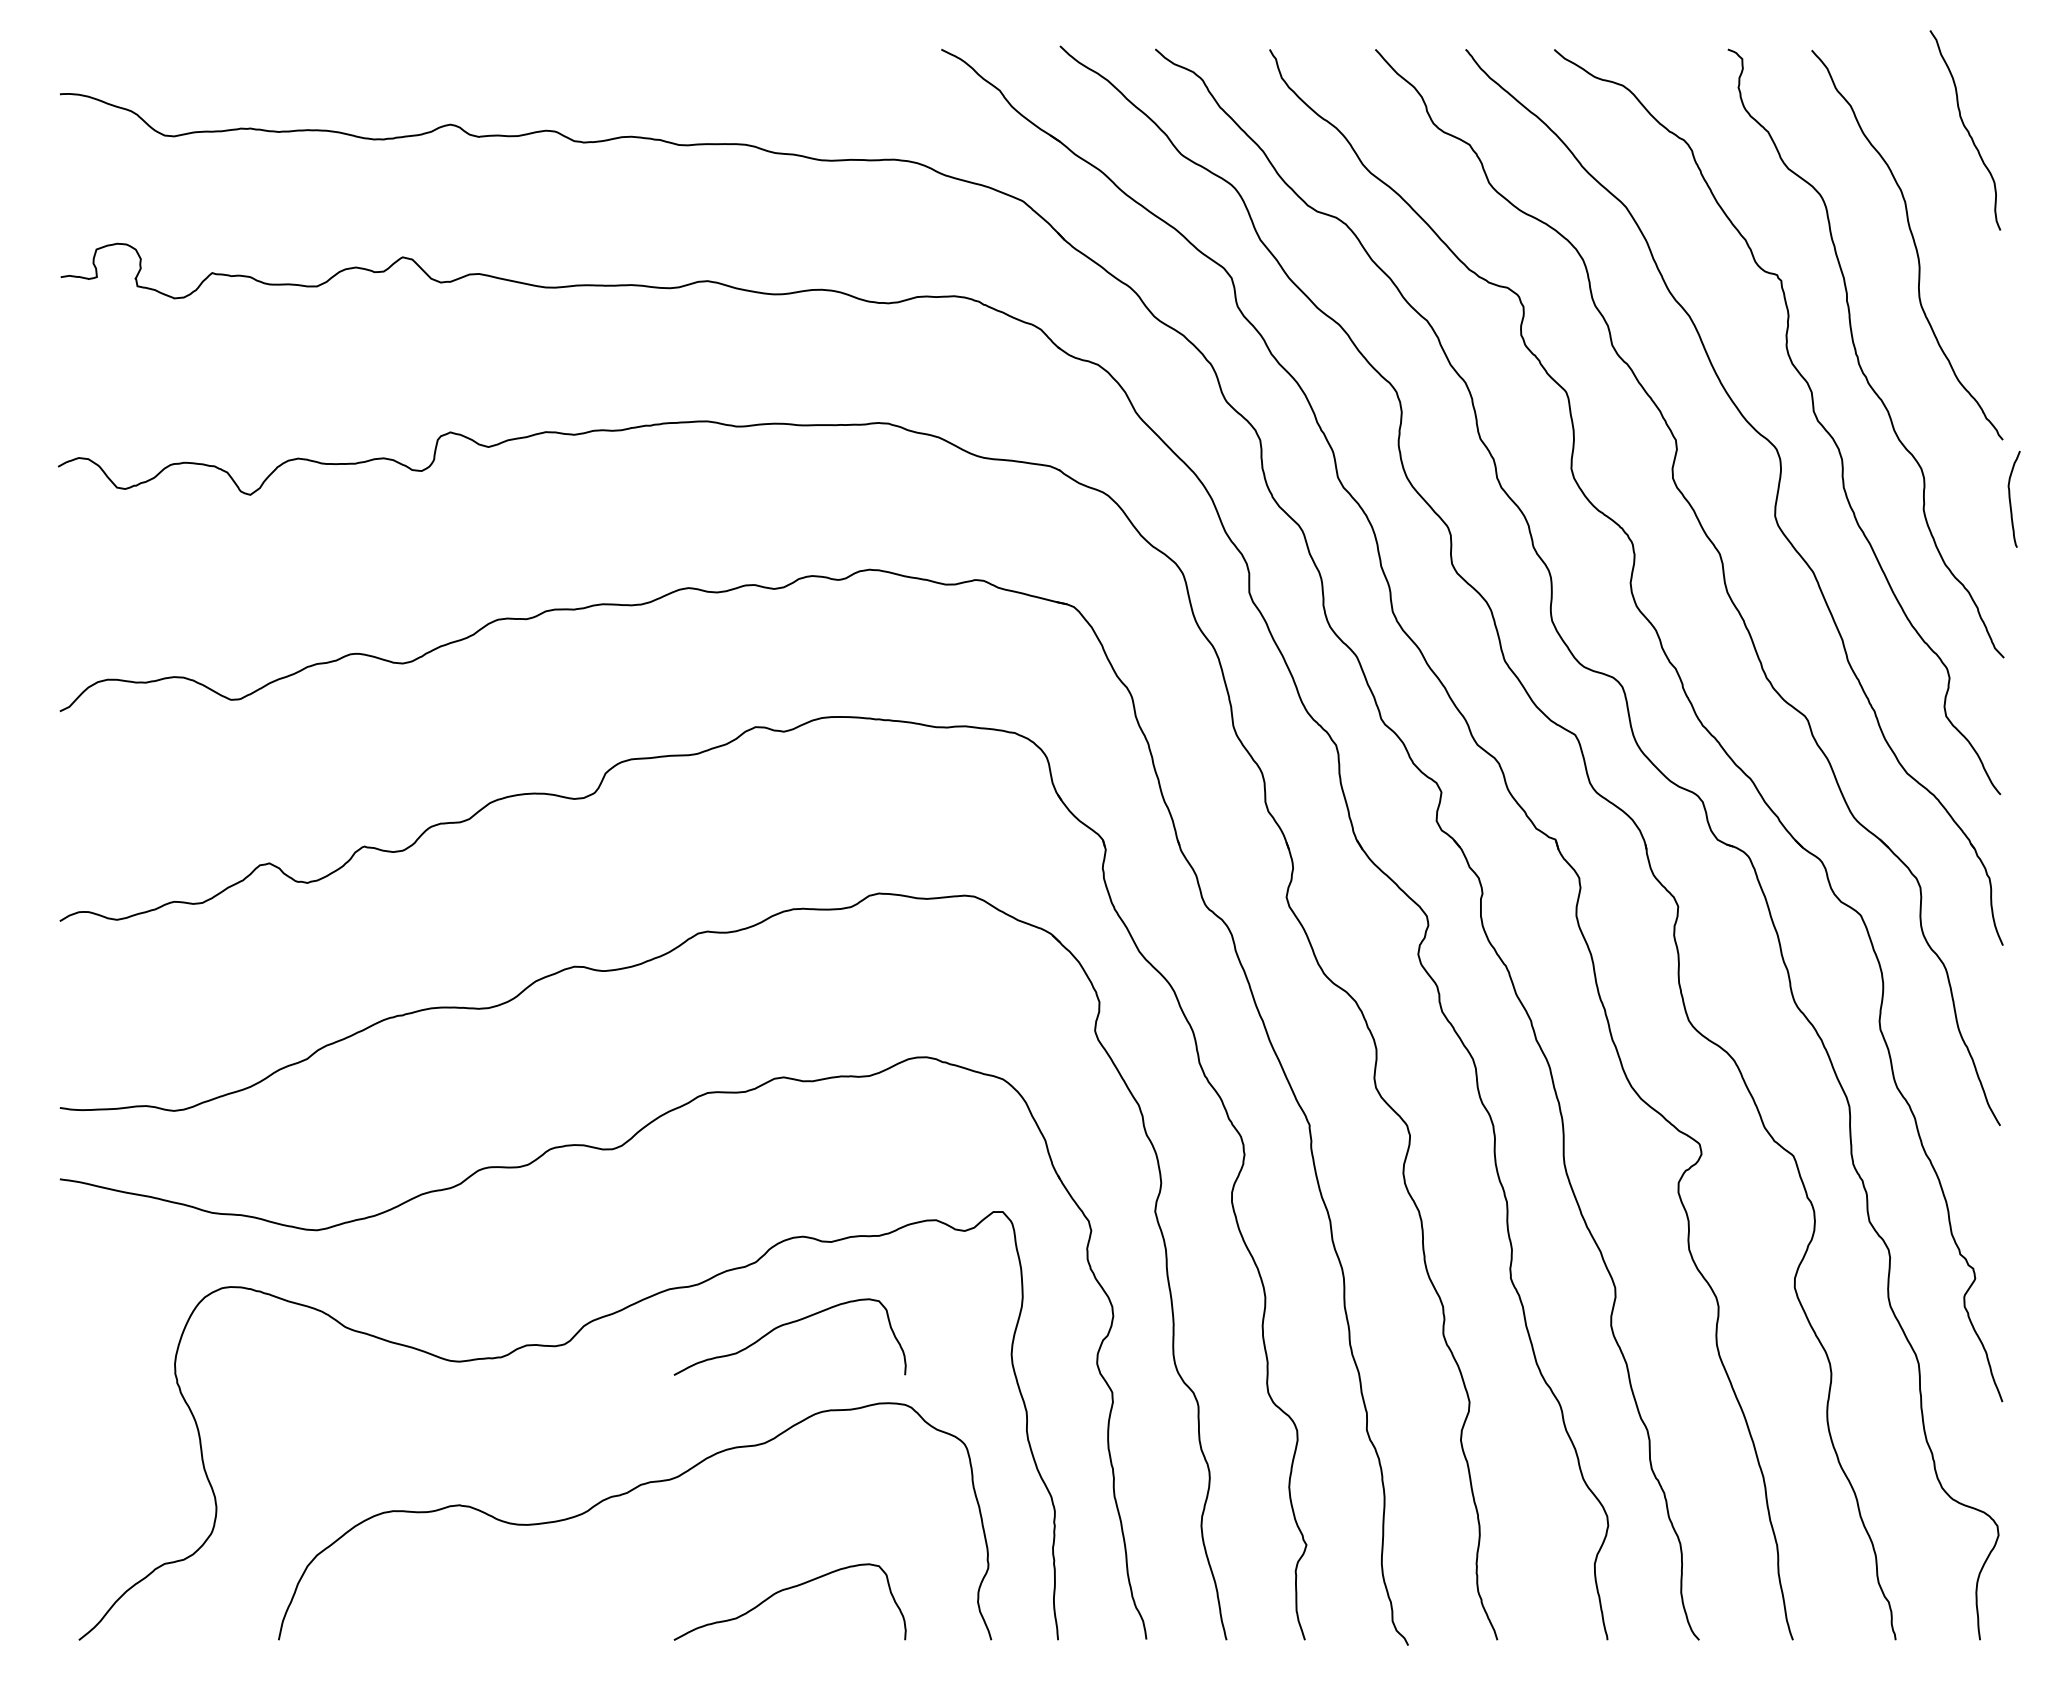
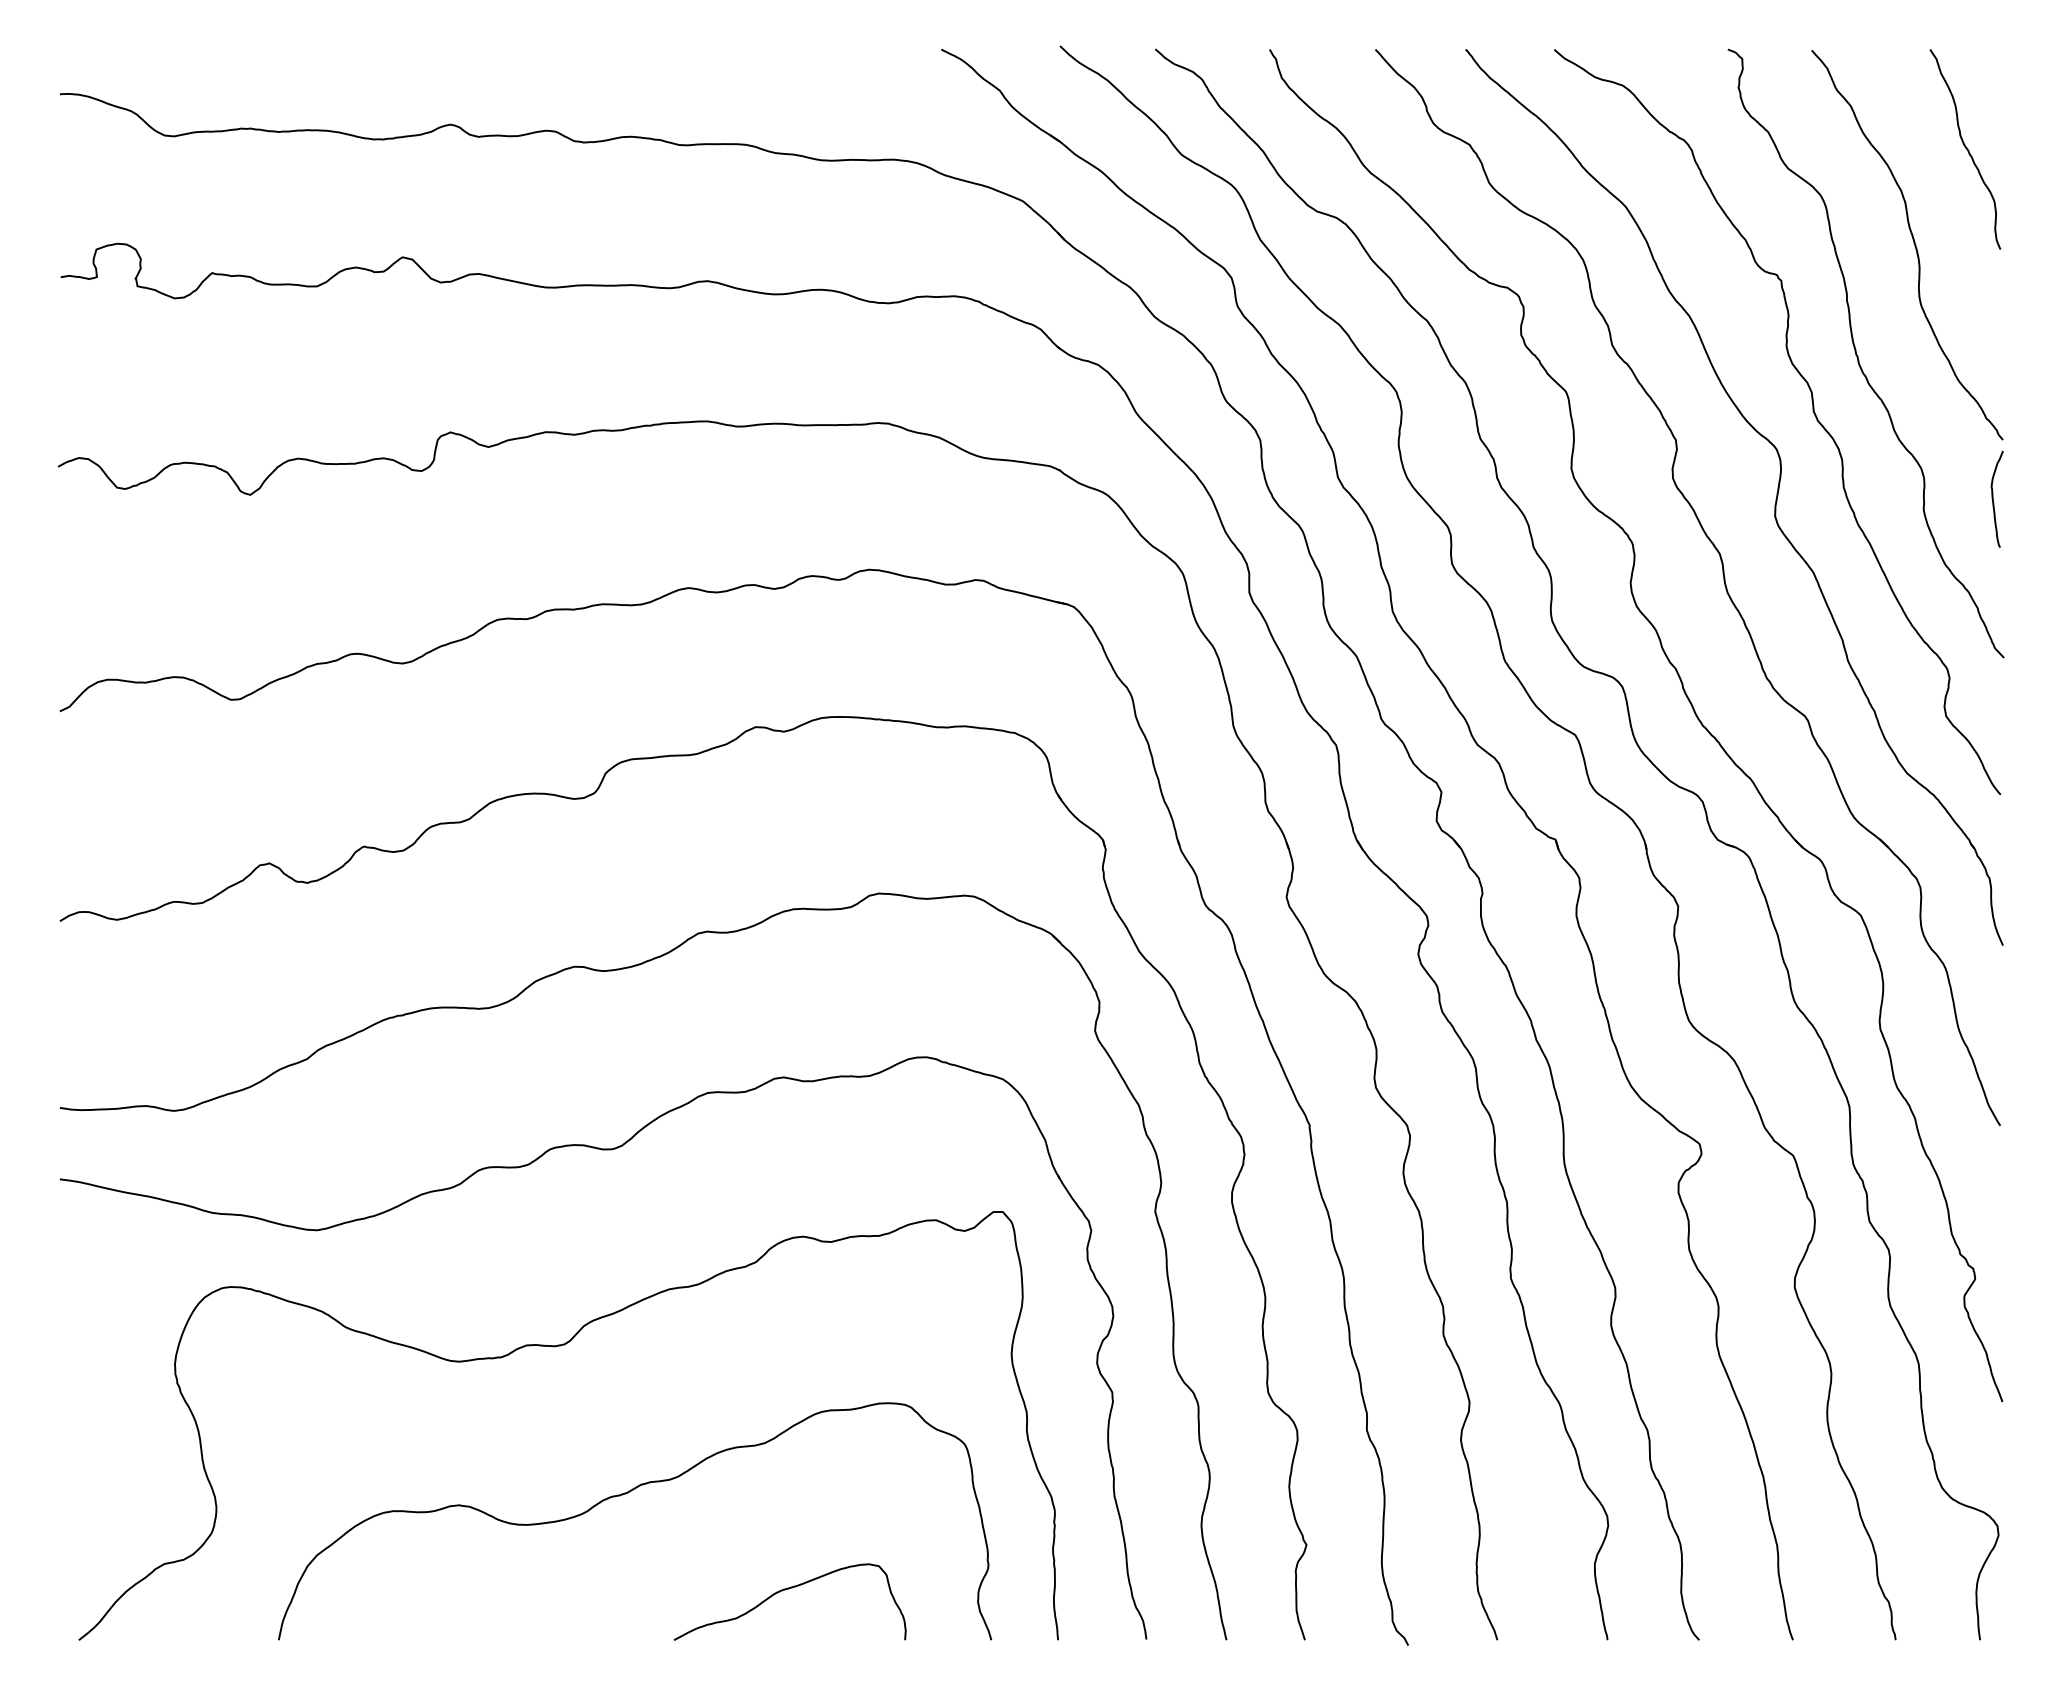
curve at (1965, 129) position: (1965, 129) -> (1965, 148)
curve at (2010, 498) position: (2010, 498) -> (1993, 498)
curve at (785, 1325): present -> none
